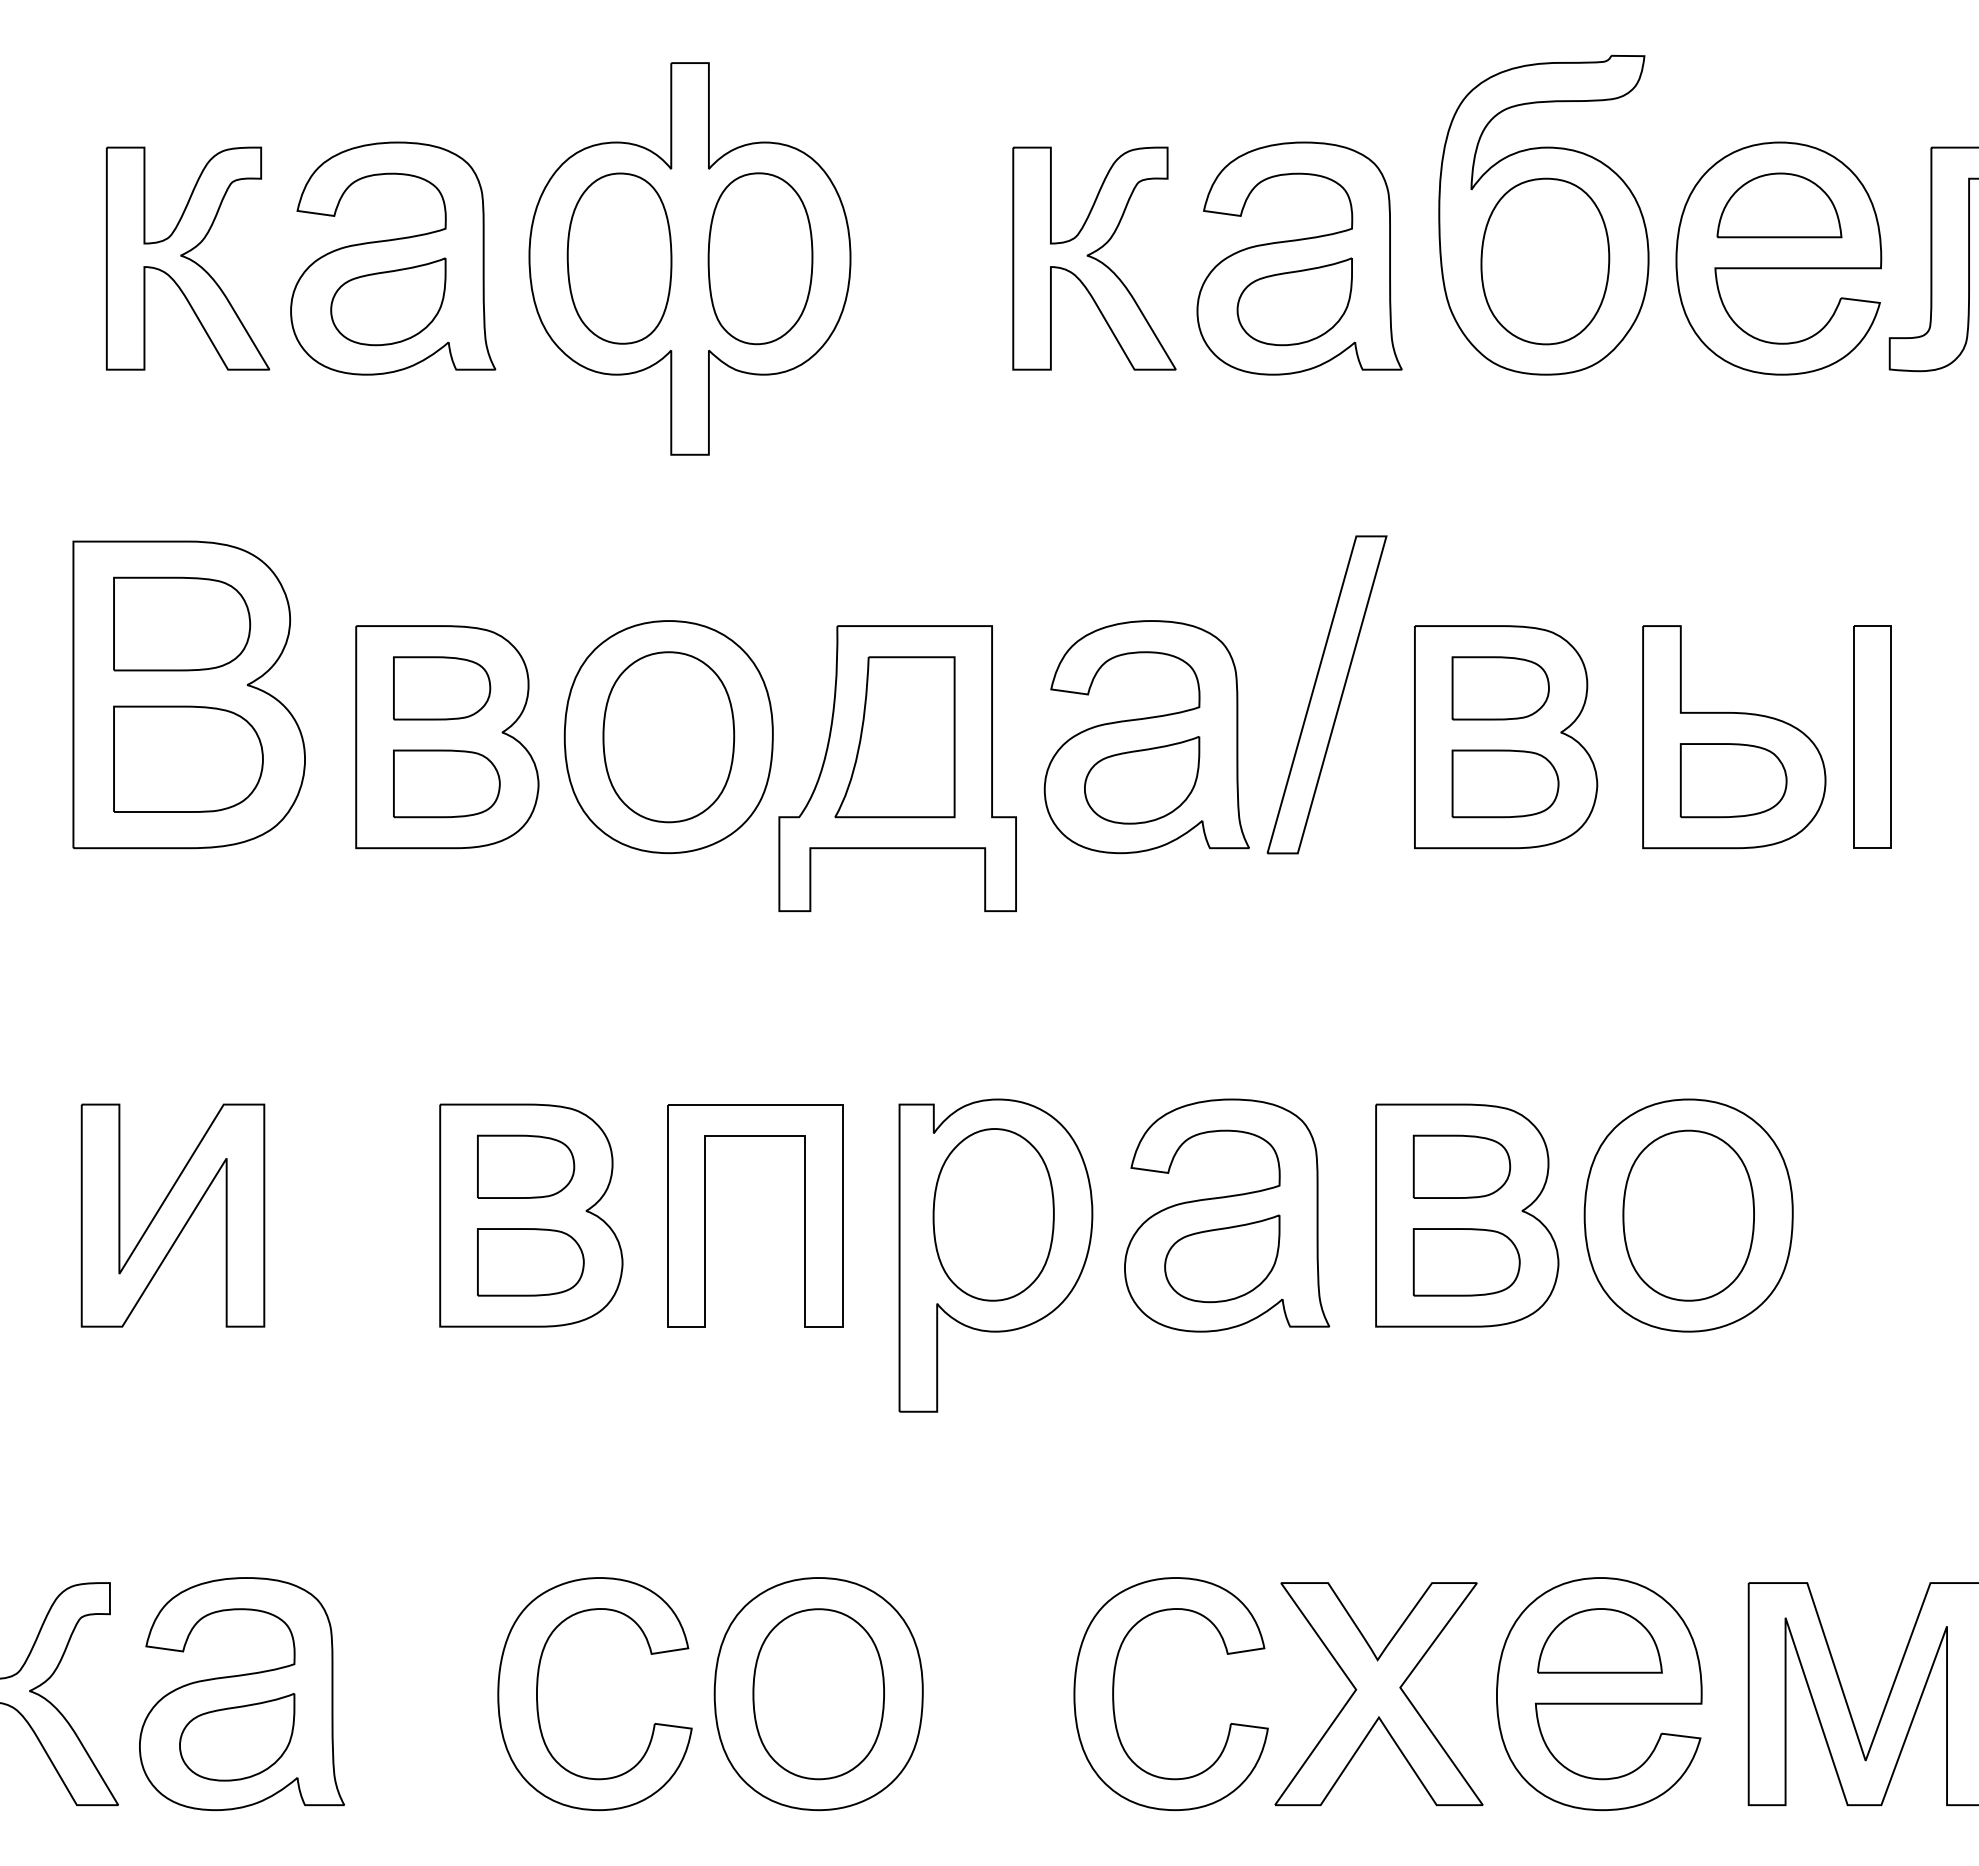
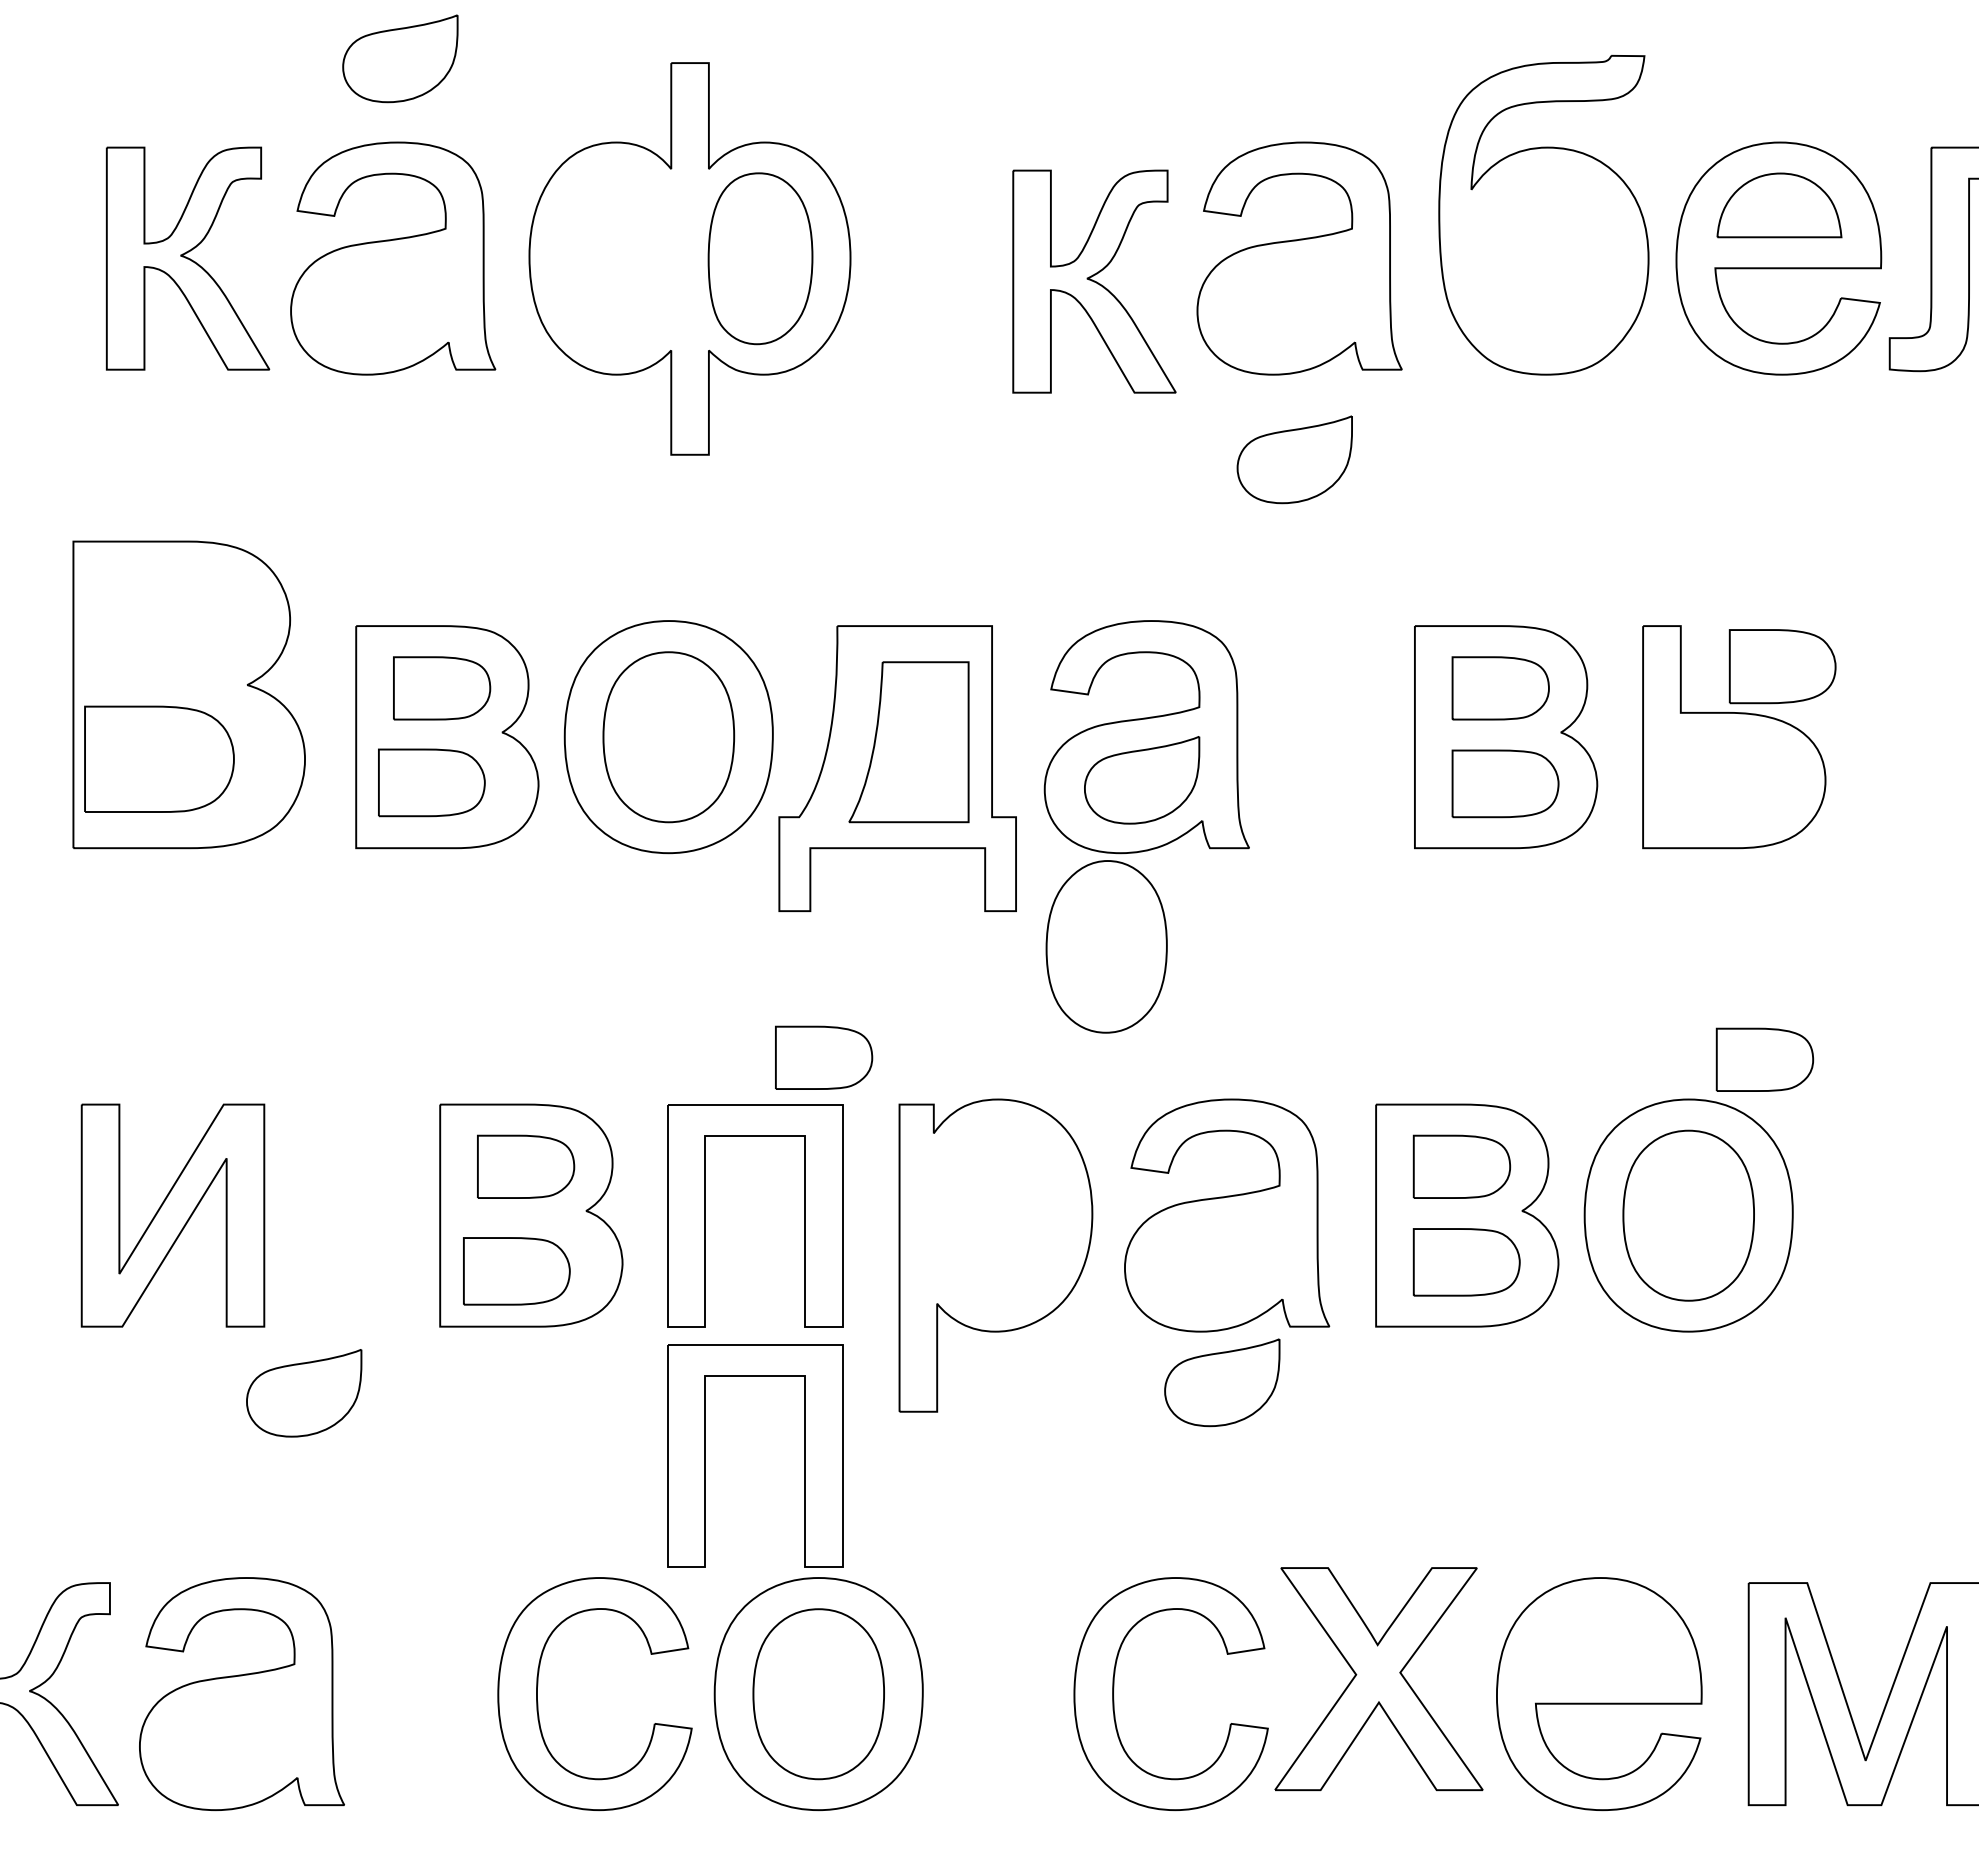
part at (619, 258): present -> none
part at (1094, 258) position: (1094, 258) -> (1094, 281)
part at (1545, 261): present -> none
part at (388, 301) position: (388, 301) -> (400, 58)
part at (1294, 301) position: (1294, 301) -> (1294, 459)
part at (182, 623): present -> none
part at (1326, 694): present -> none
part at (1872, 736): present -> none
part at (894, 737) position: (894, 737) -> (908, 742)
part at (188, 758) position: (188, 758) -> (159, 758)
part at (1733, 780) position: (1733, 780) -> (1782, 666)
part at (446, 783) position: (446, 783) -> (431, 782)
part at (824, 1057): none -> present
part at (1764, 1059): none -> present
part at (993, 1214) position: (993, 1214) -> (1106, 946)
part at (1222, 1258) position: (1222, 1258) -> (1222, 1382)
part at (530, 1262) position: (530, 1262) -> (516, 1271)
part at (804, 1455): none -> present
part at (1599, 1640): present -> none
part at (1378, 1694) position: (1378, 1694) -> (1378, 1679)
part at (237, 1737) position: (237, 1737) -> (304, 1393)
